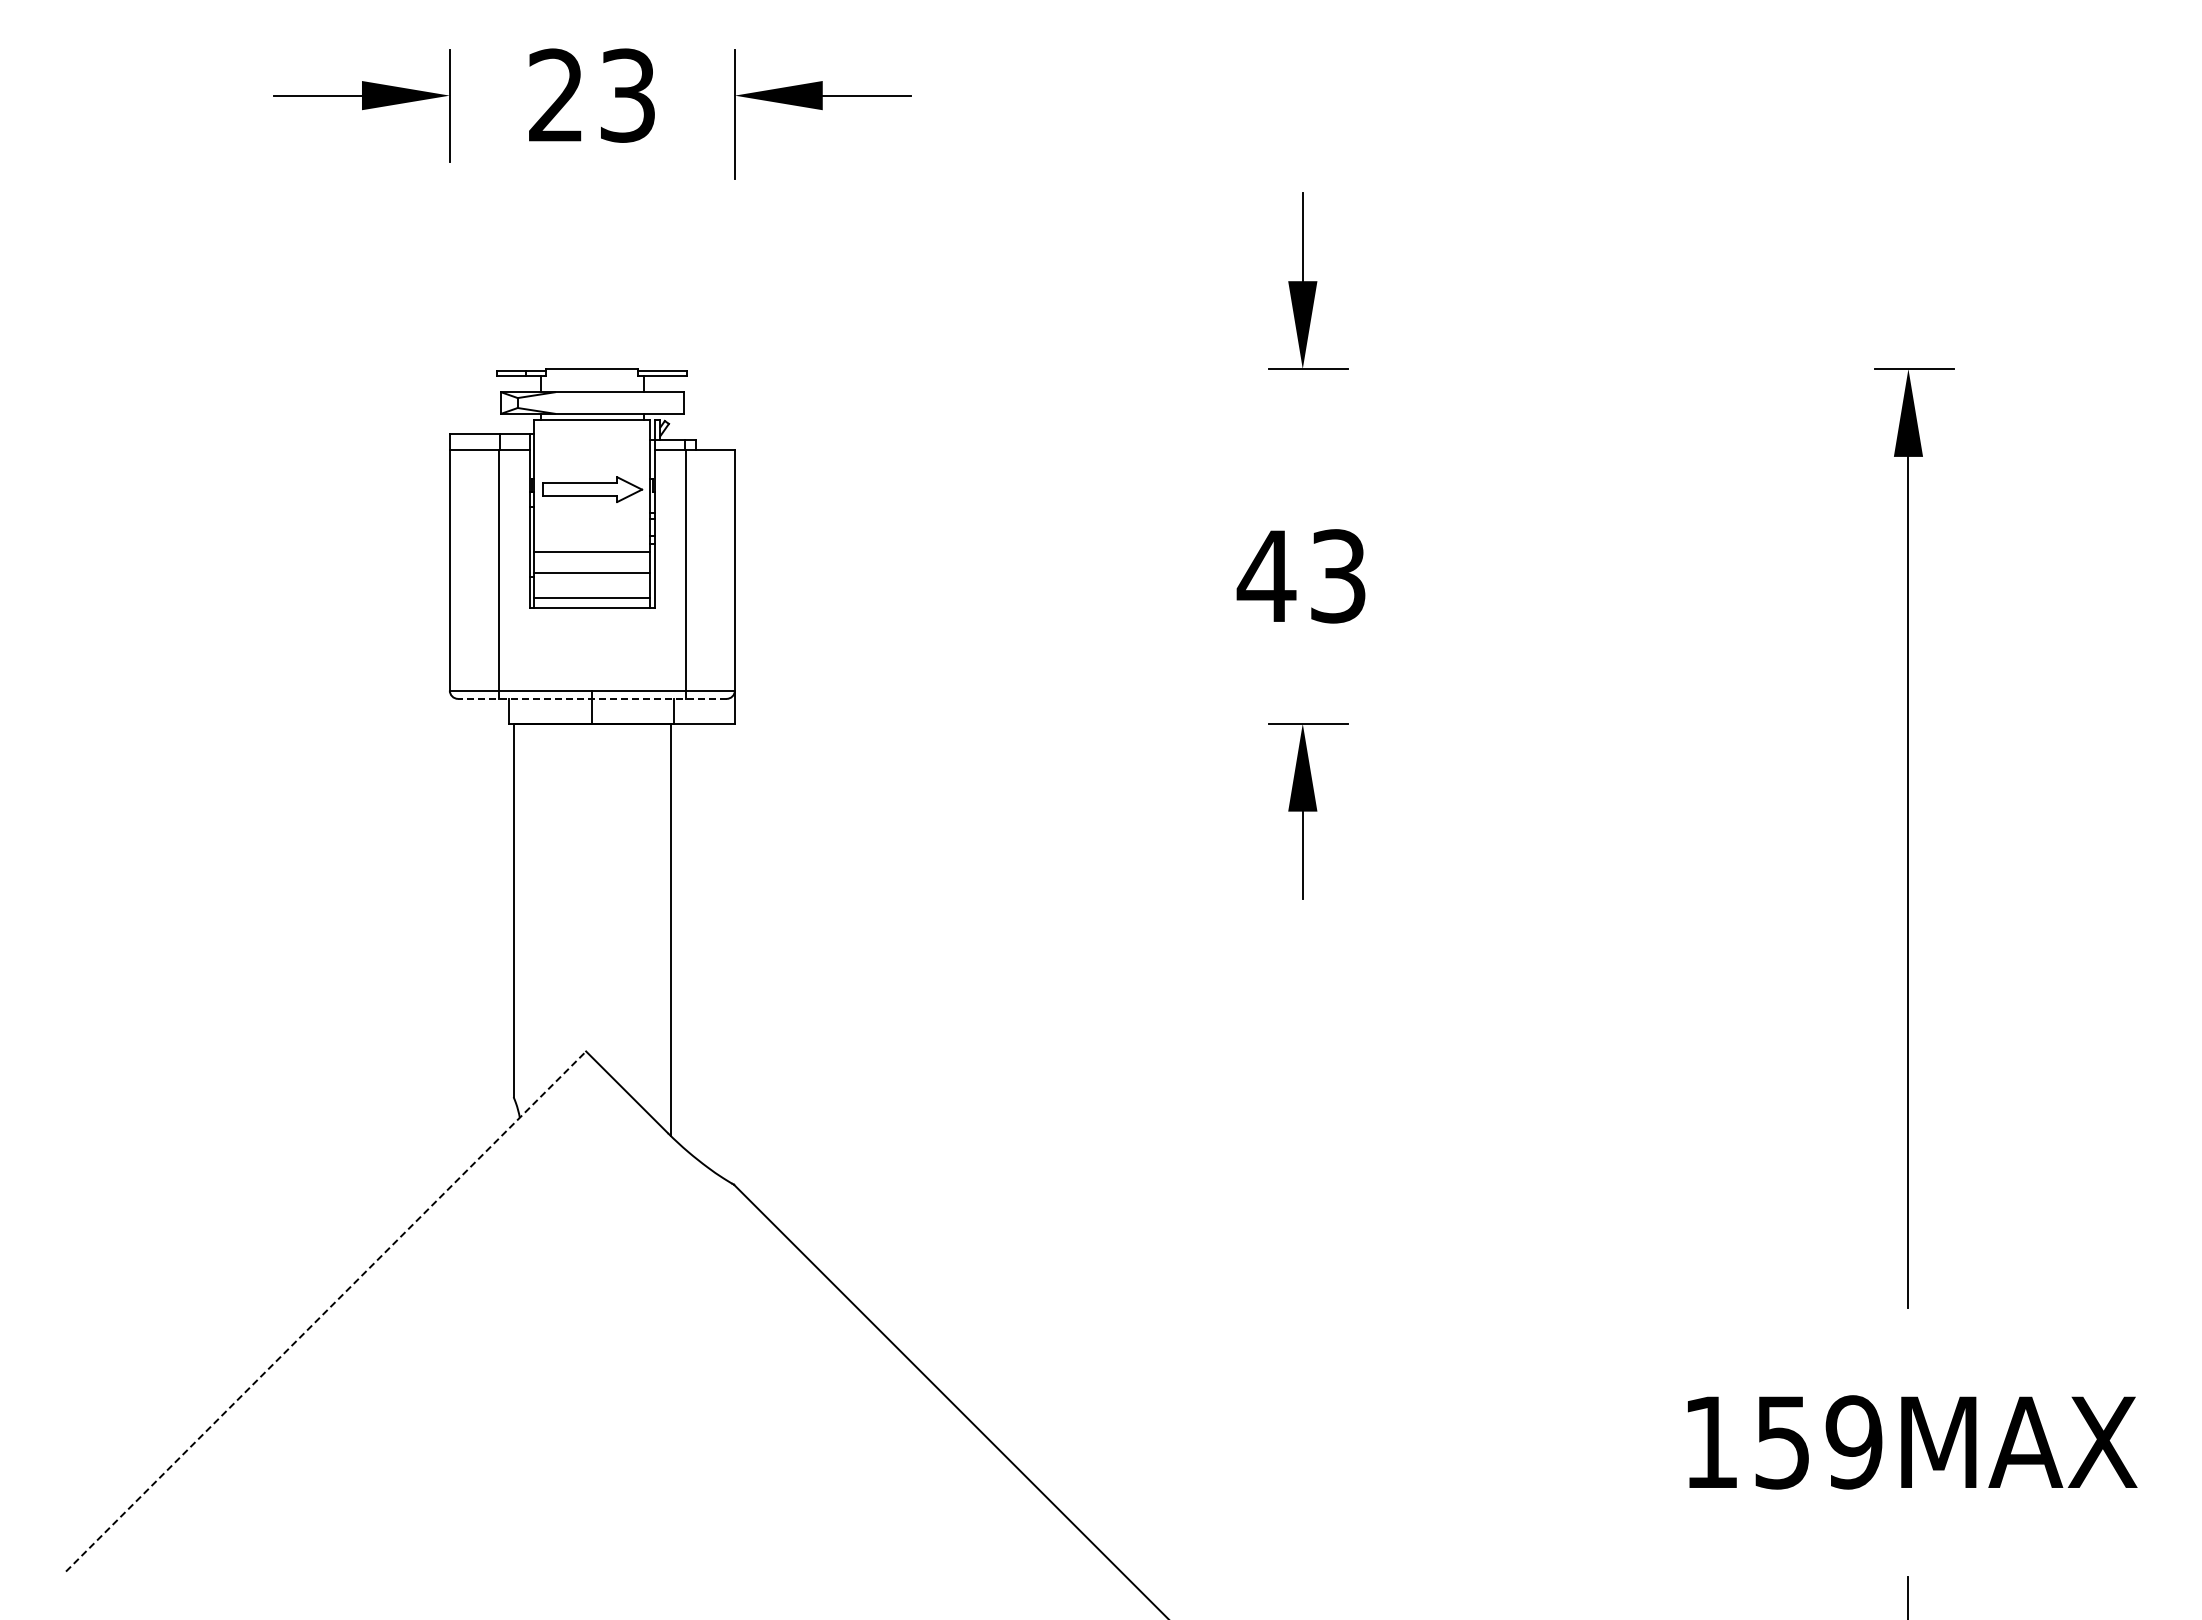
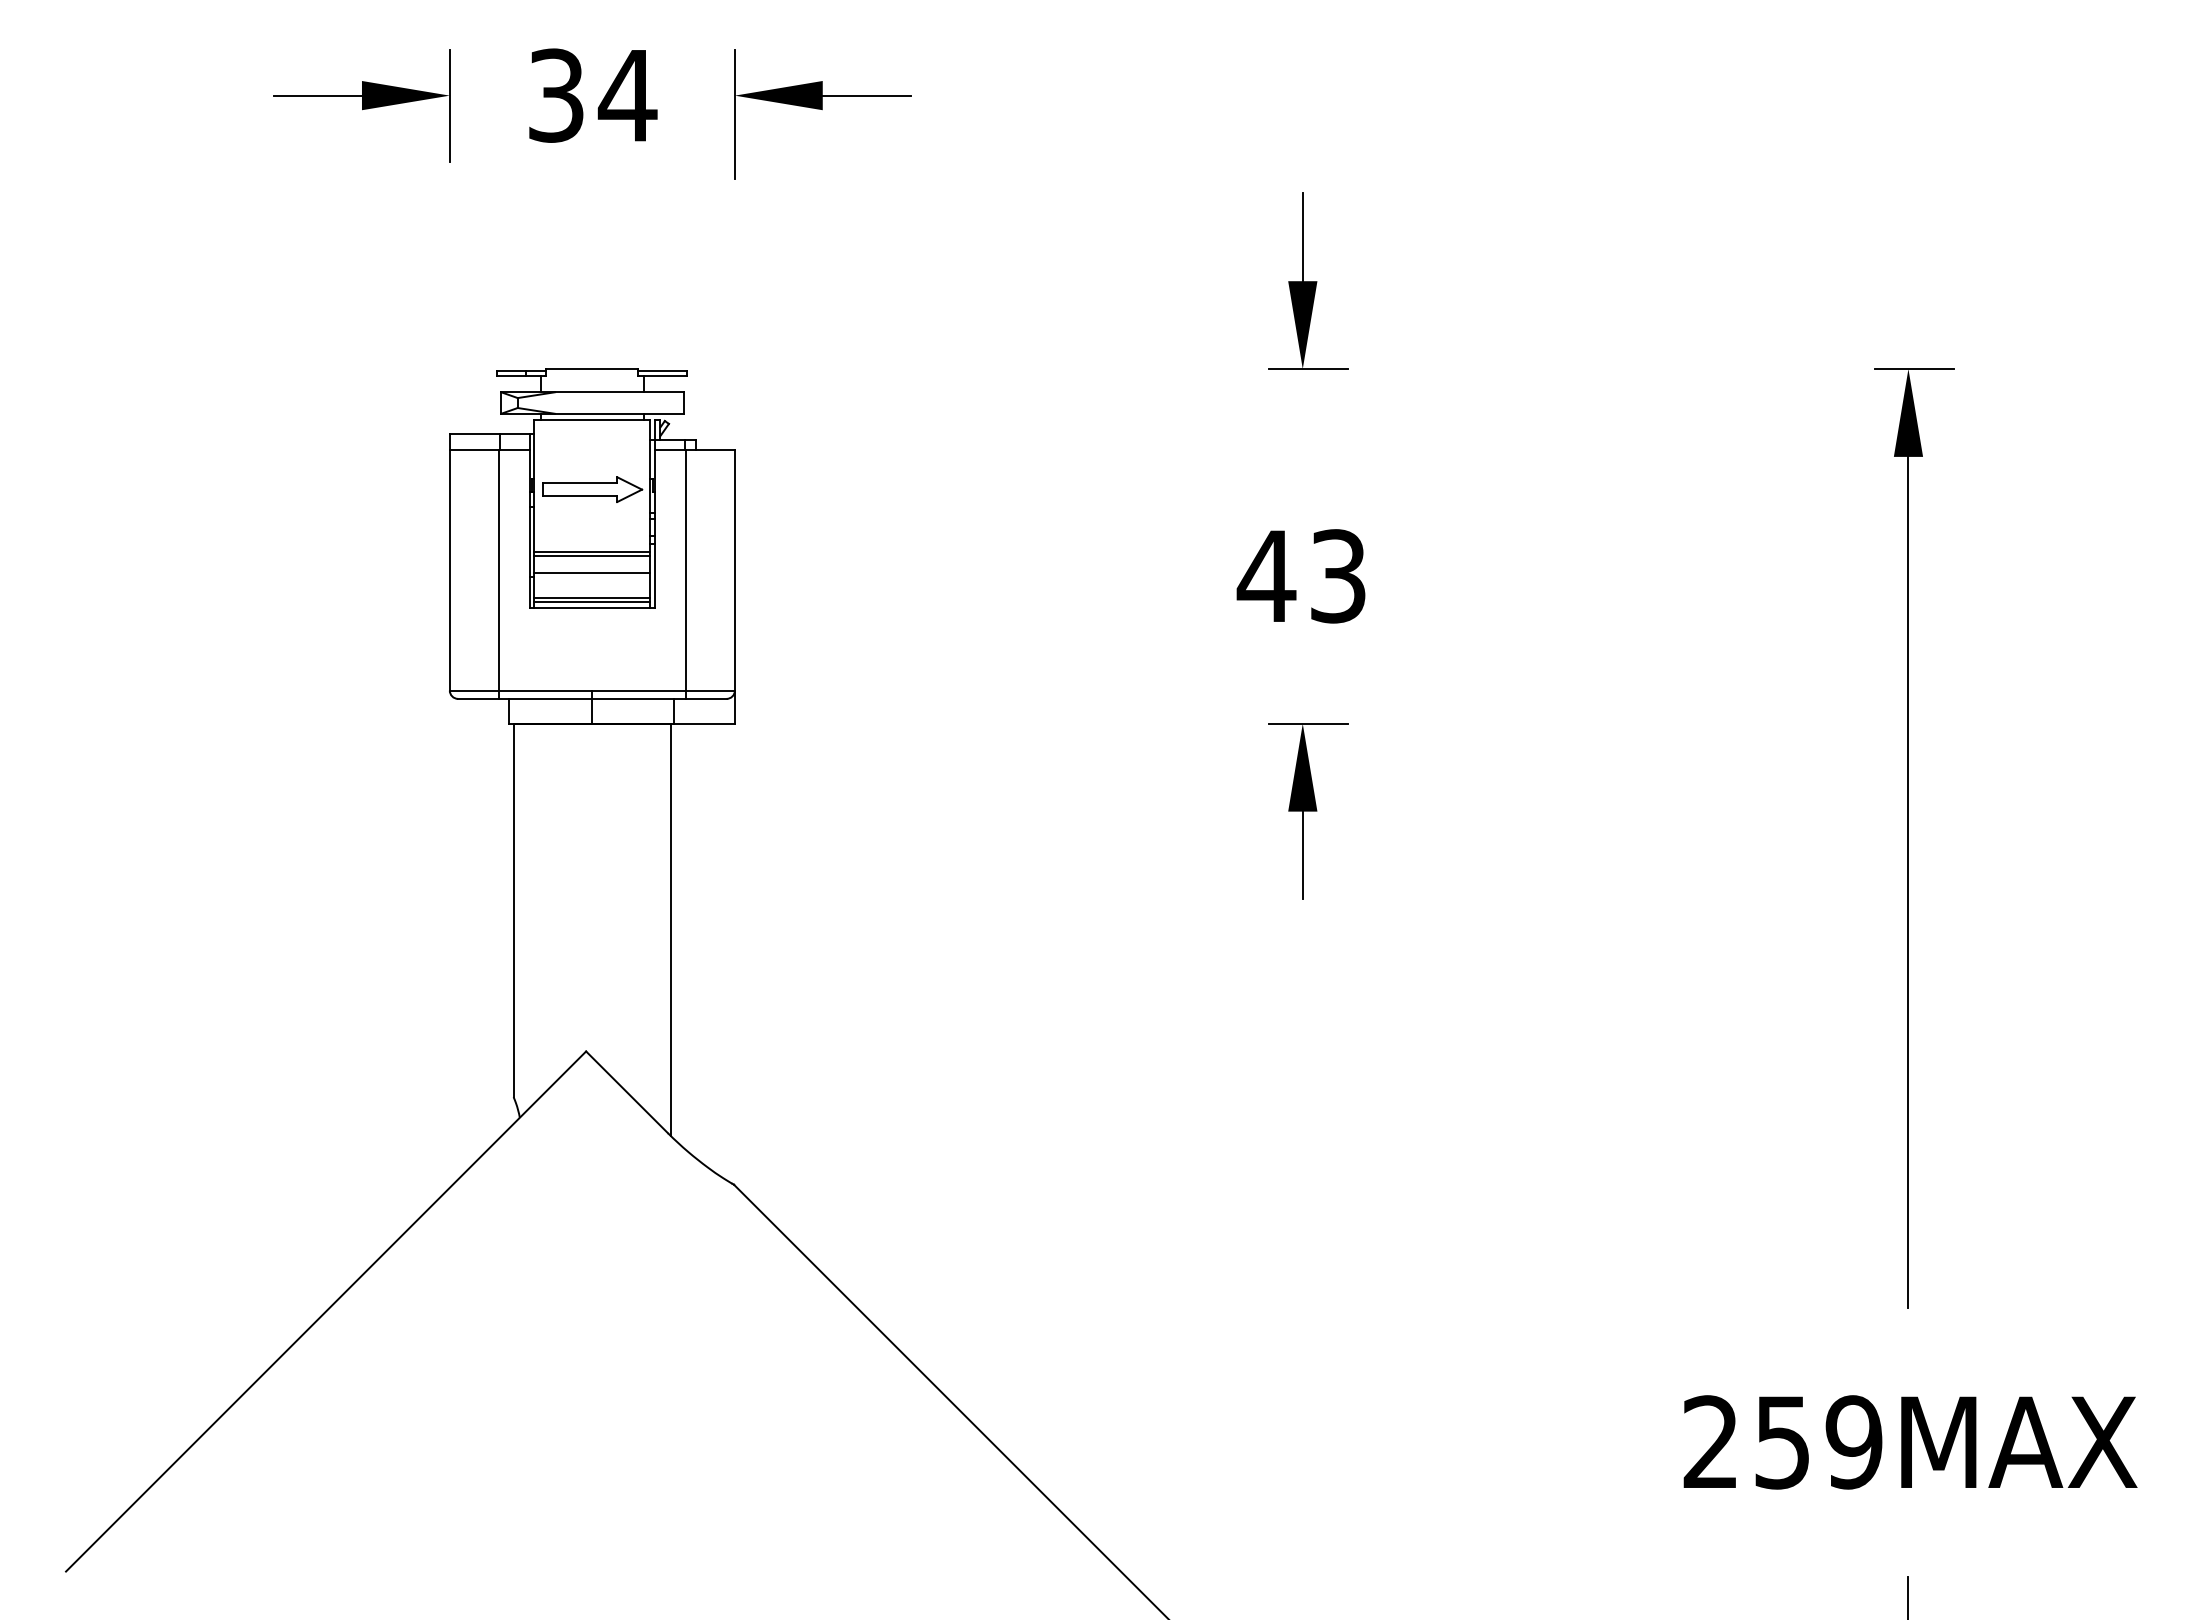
text at (593, 95): 23 -> 34
line at (592, 556): none -> present
line at (592, 601): none -> present
line at (591, 698): dashed -> solid
line at (326, 1311): dashed -> solid
text at (1709, 1441): 159MAX -> 259MAX
